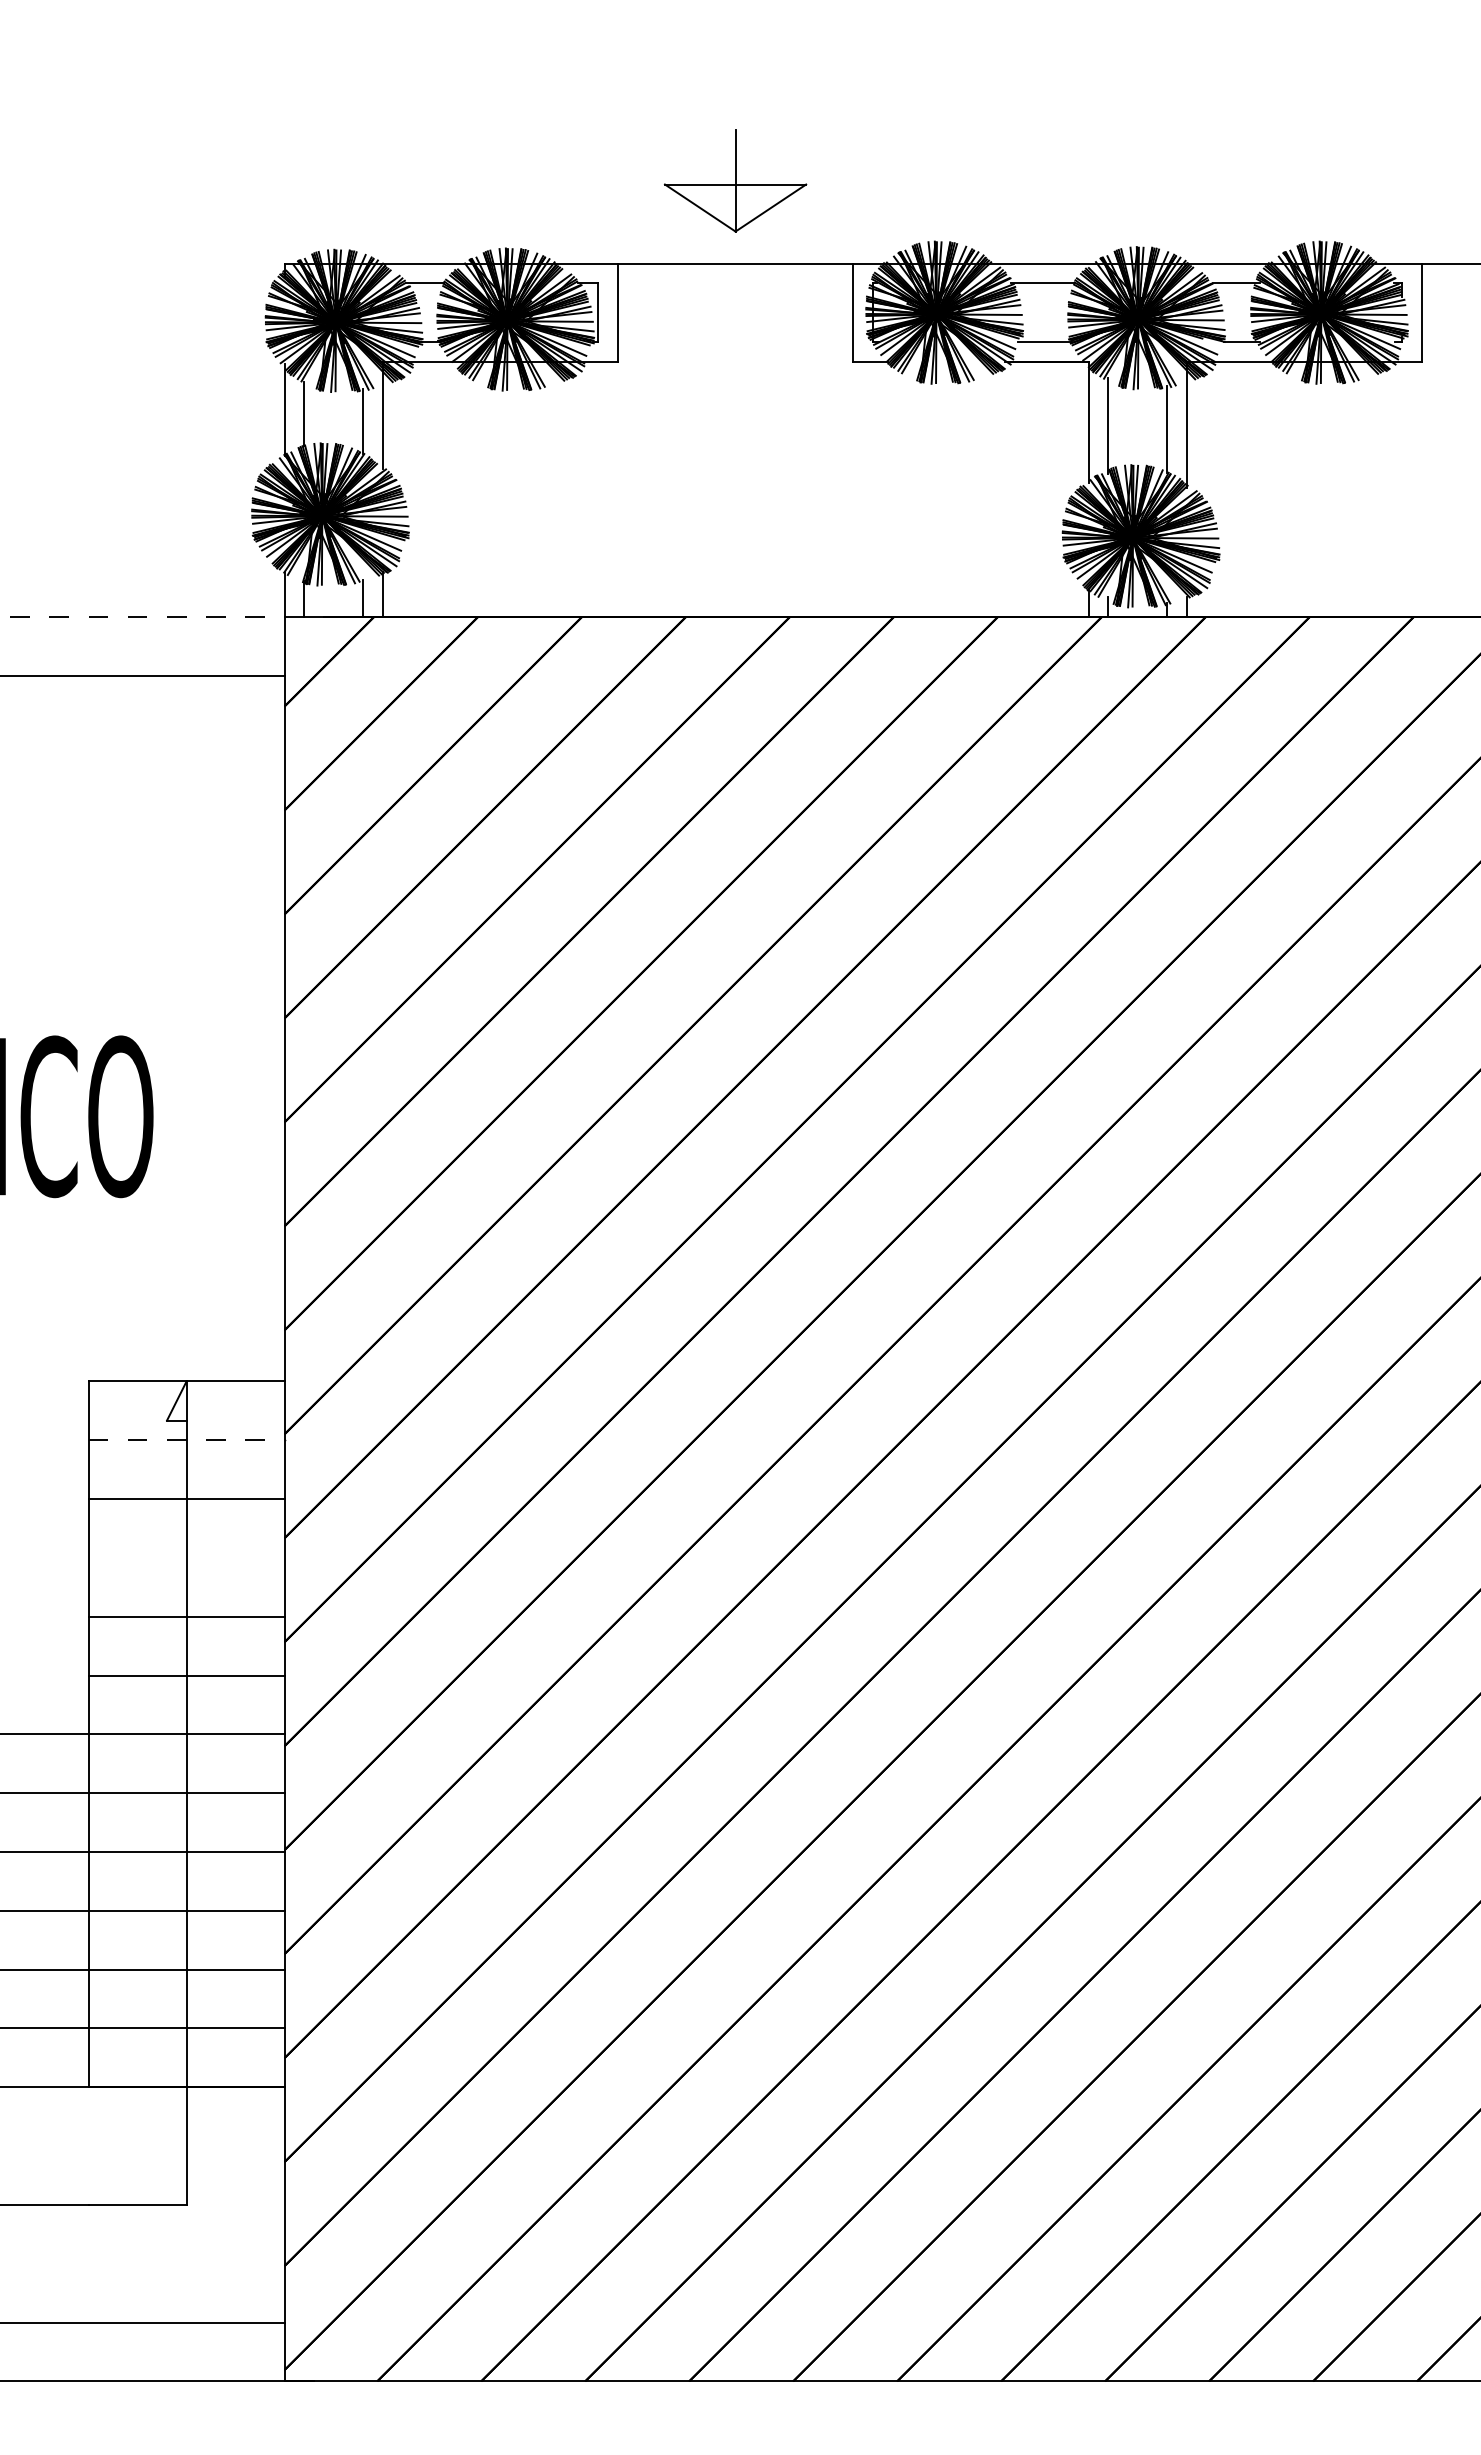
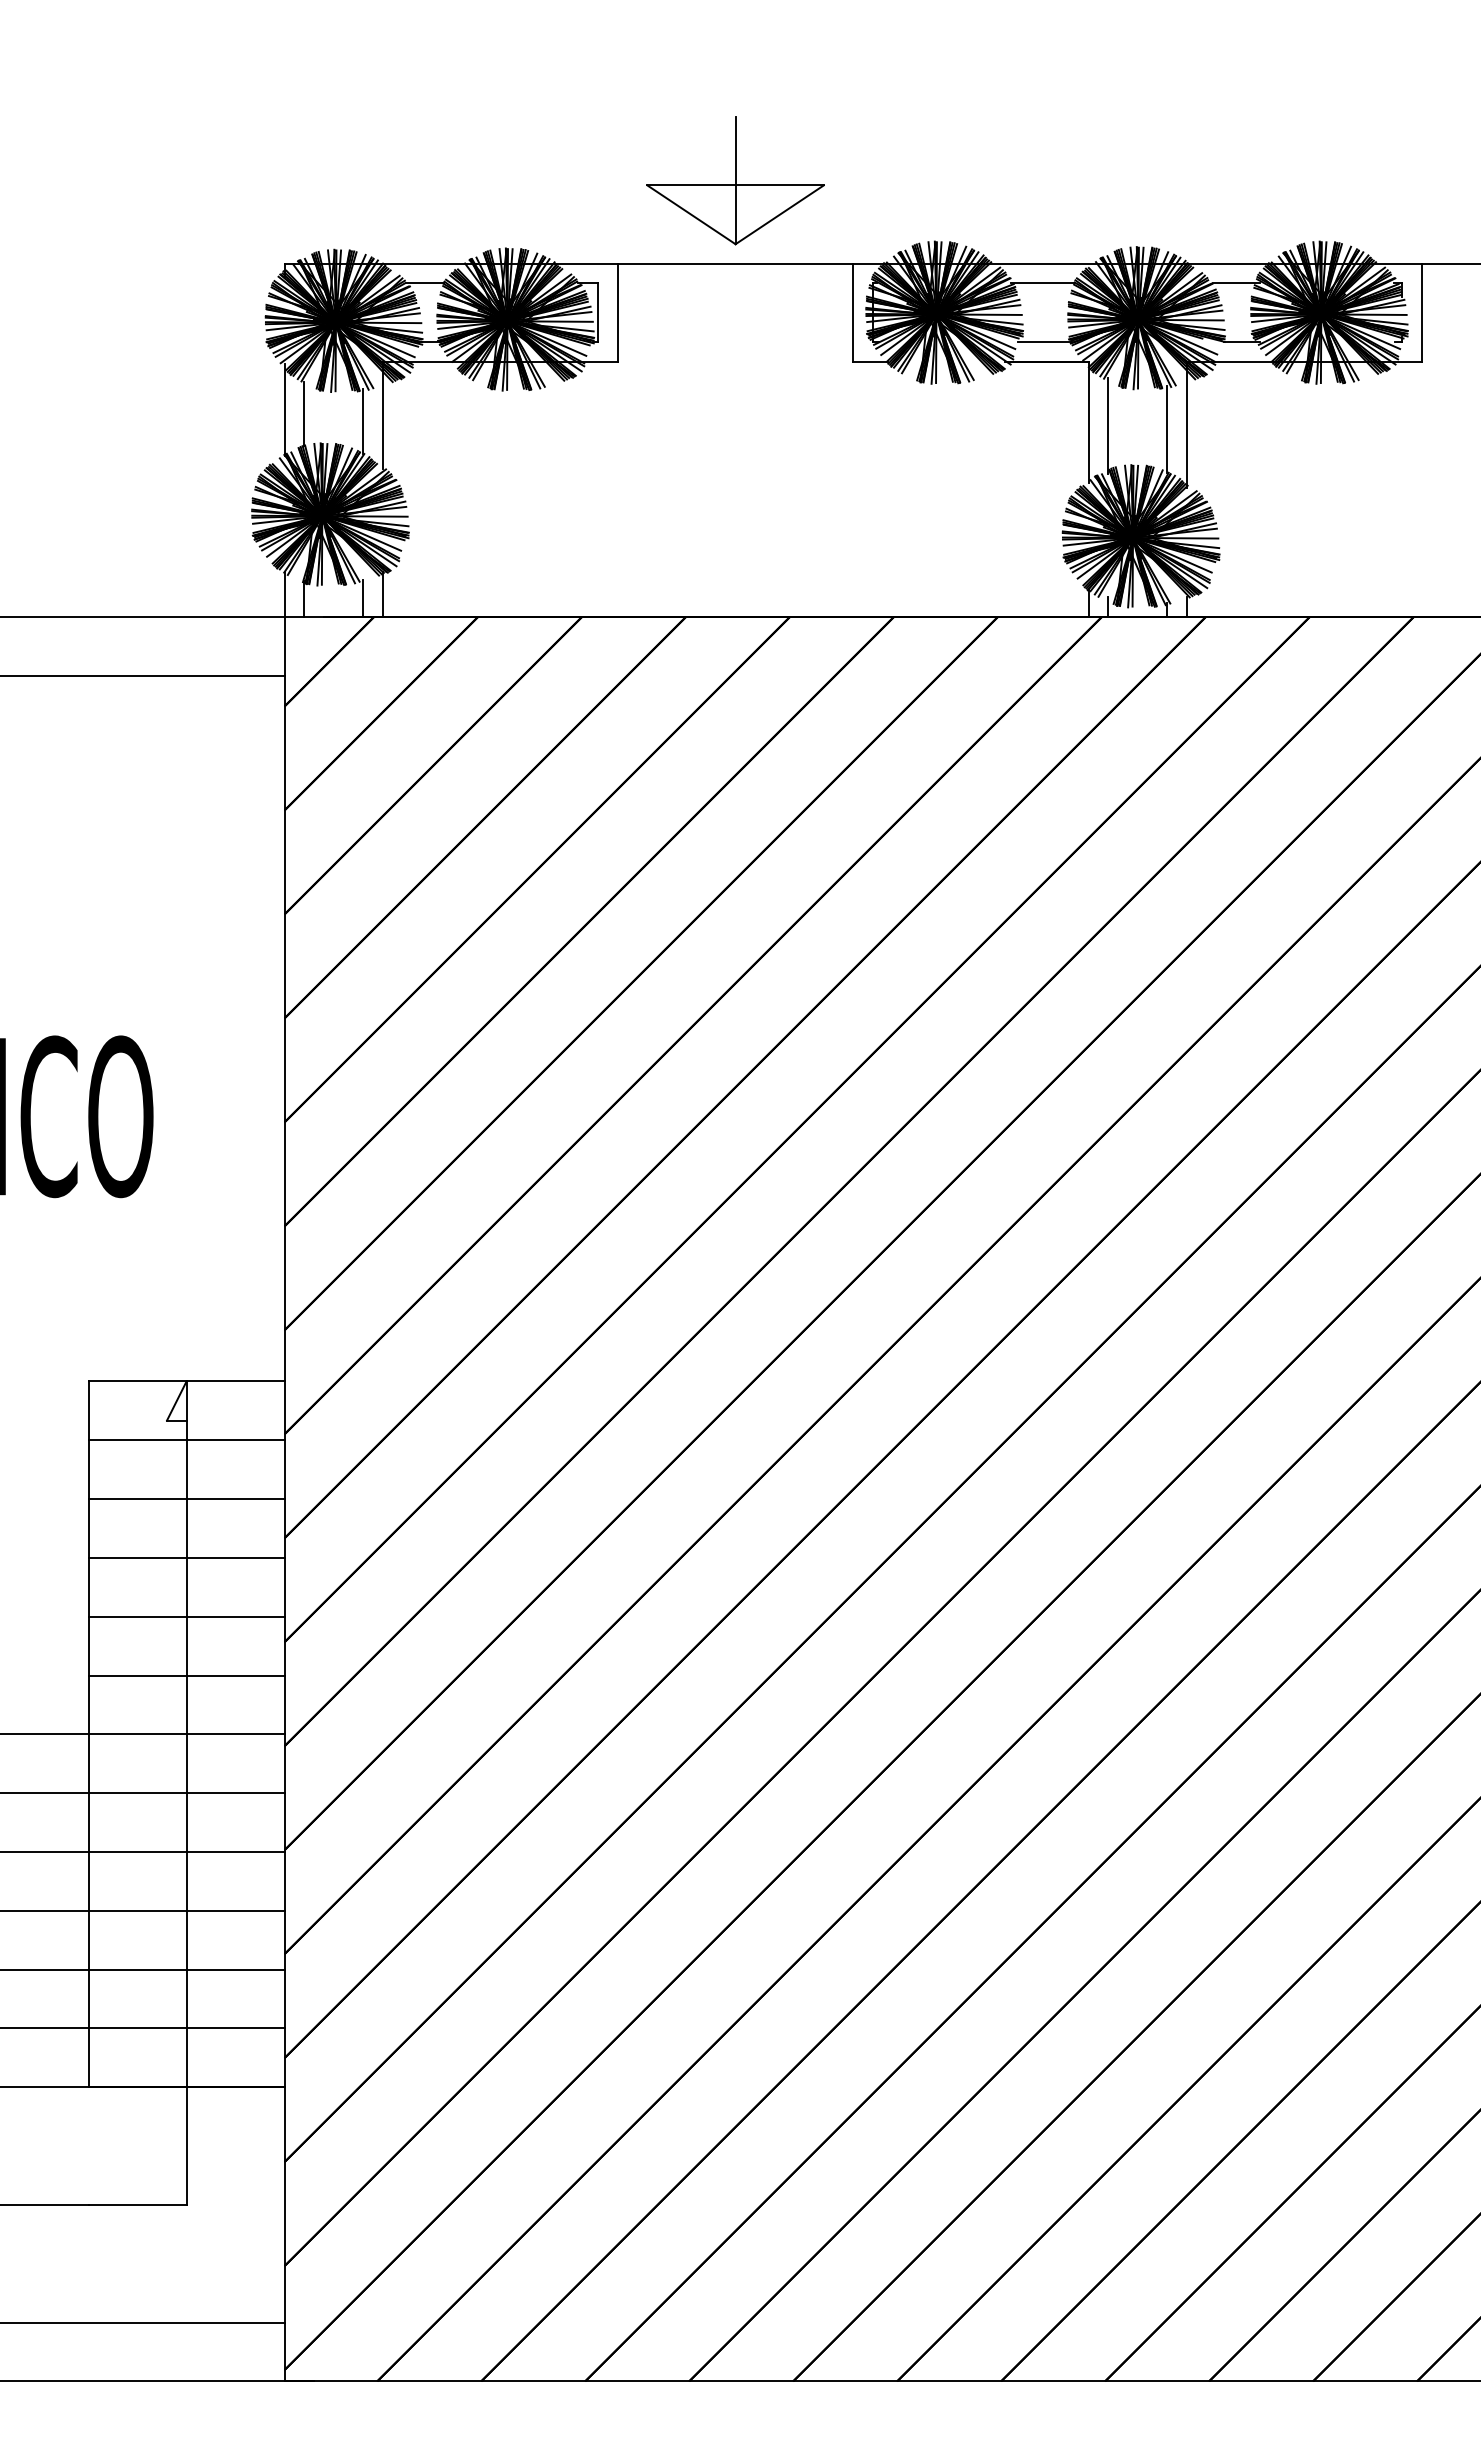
part at (735, 180) size: 145x104 px -> 179x130 px
line at (142, 616): dashed -> solid
line at (187, 1440): dashed -> solid
line at (186, 1557): none -> present
